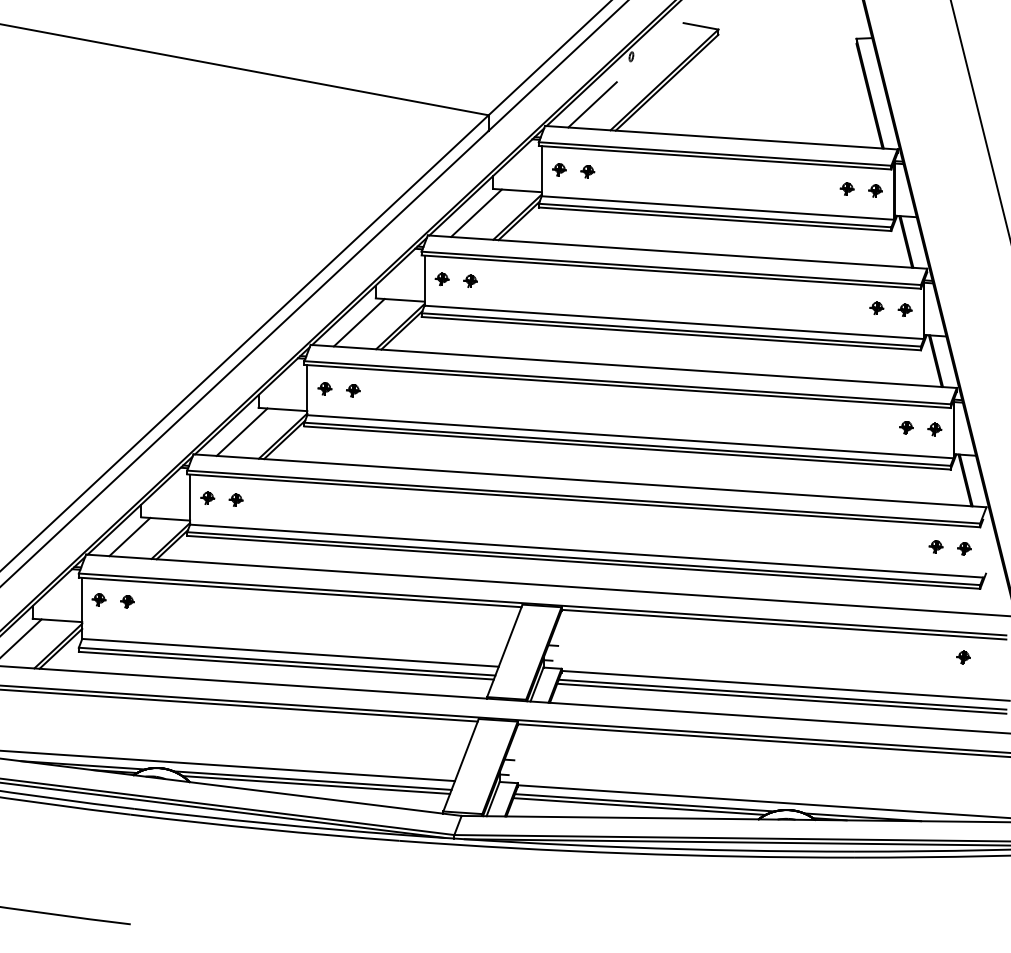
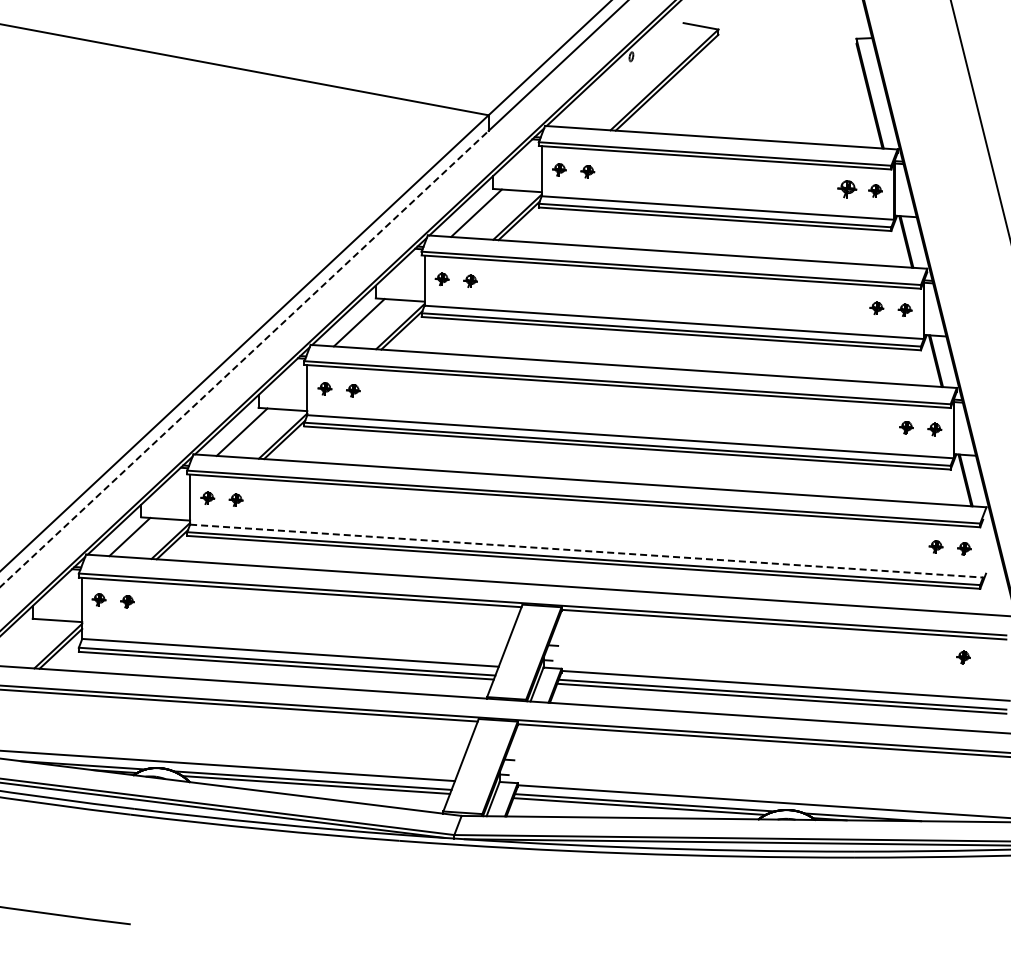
line at (592, 104): present -> none
part at (846, 188) size: 16x14 px -> 21x19 px
line at (244, 358): solid -> dashed
line at (587, 551): solid -> dashed
line at (21, 637): present -> none
